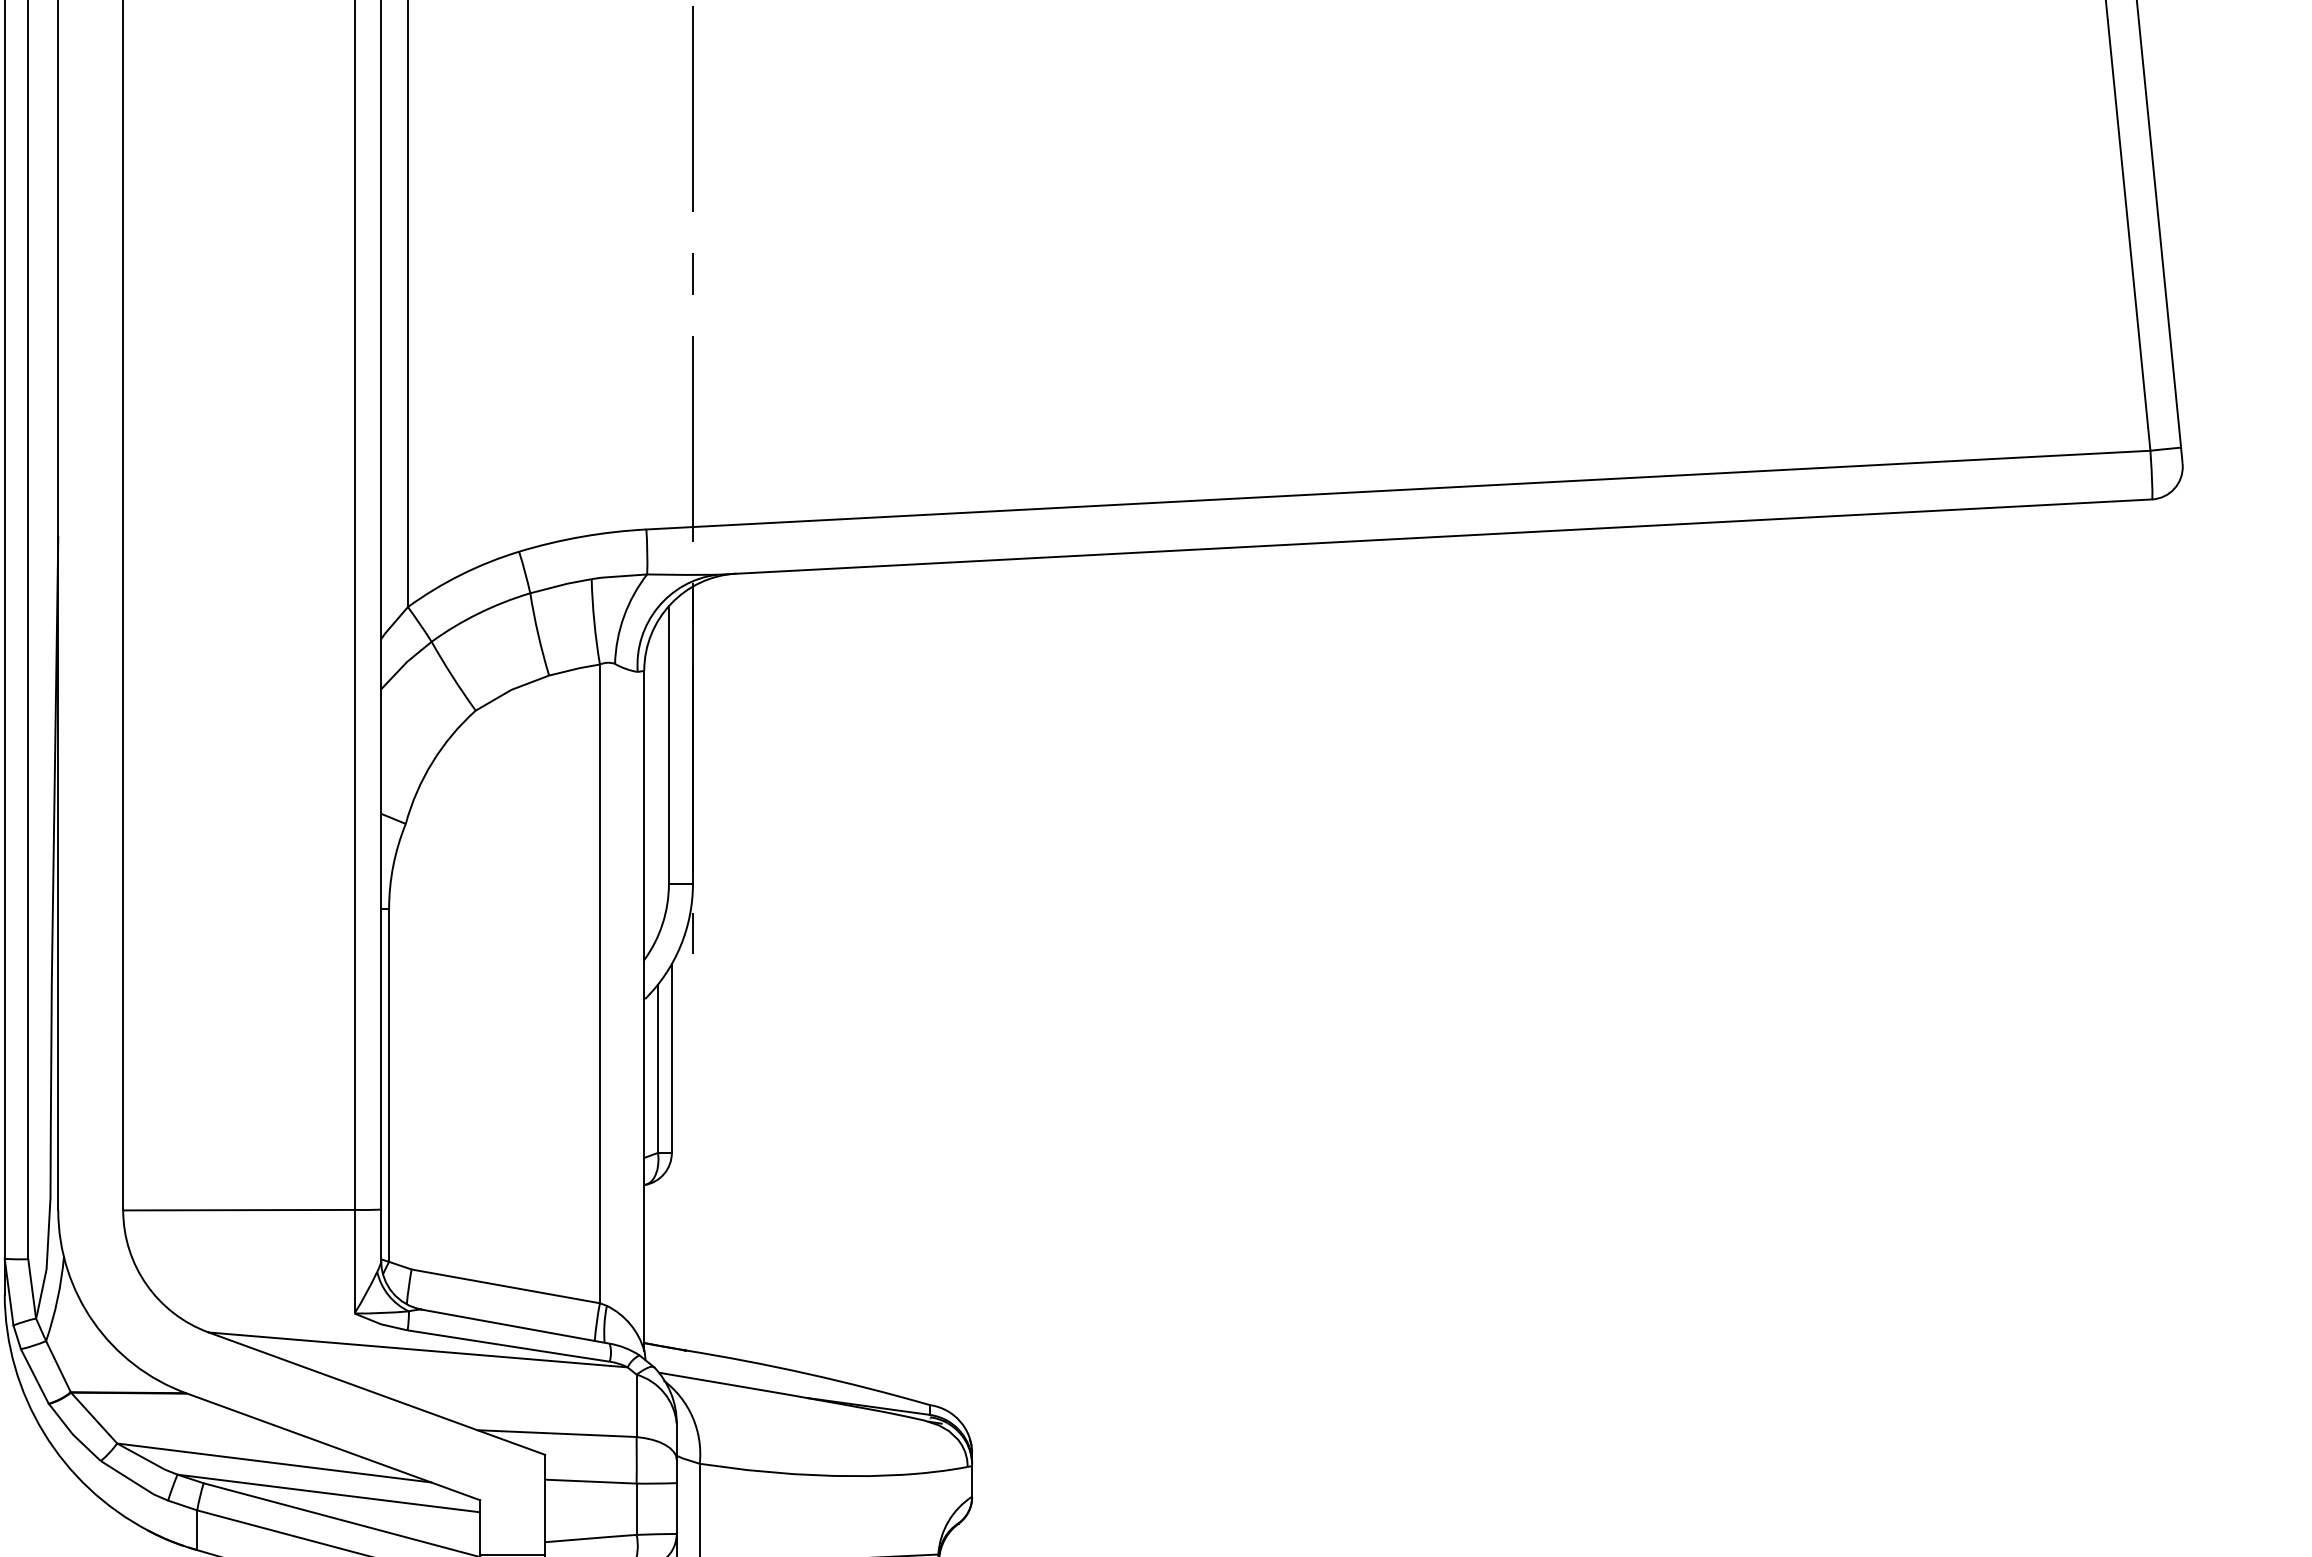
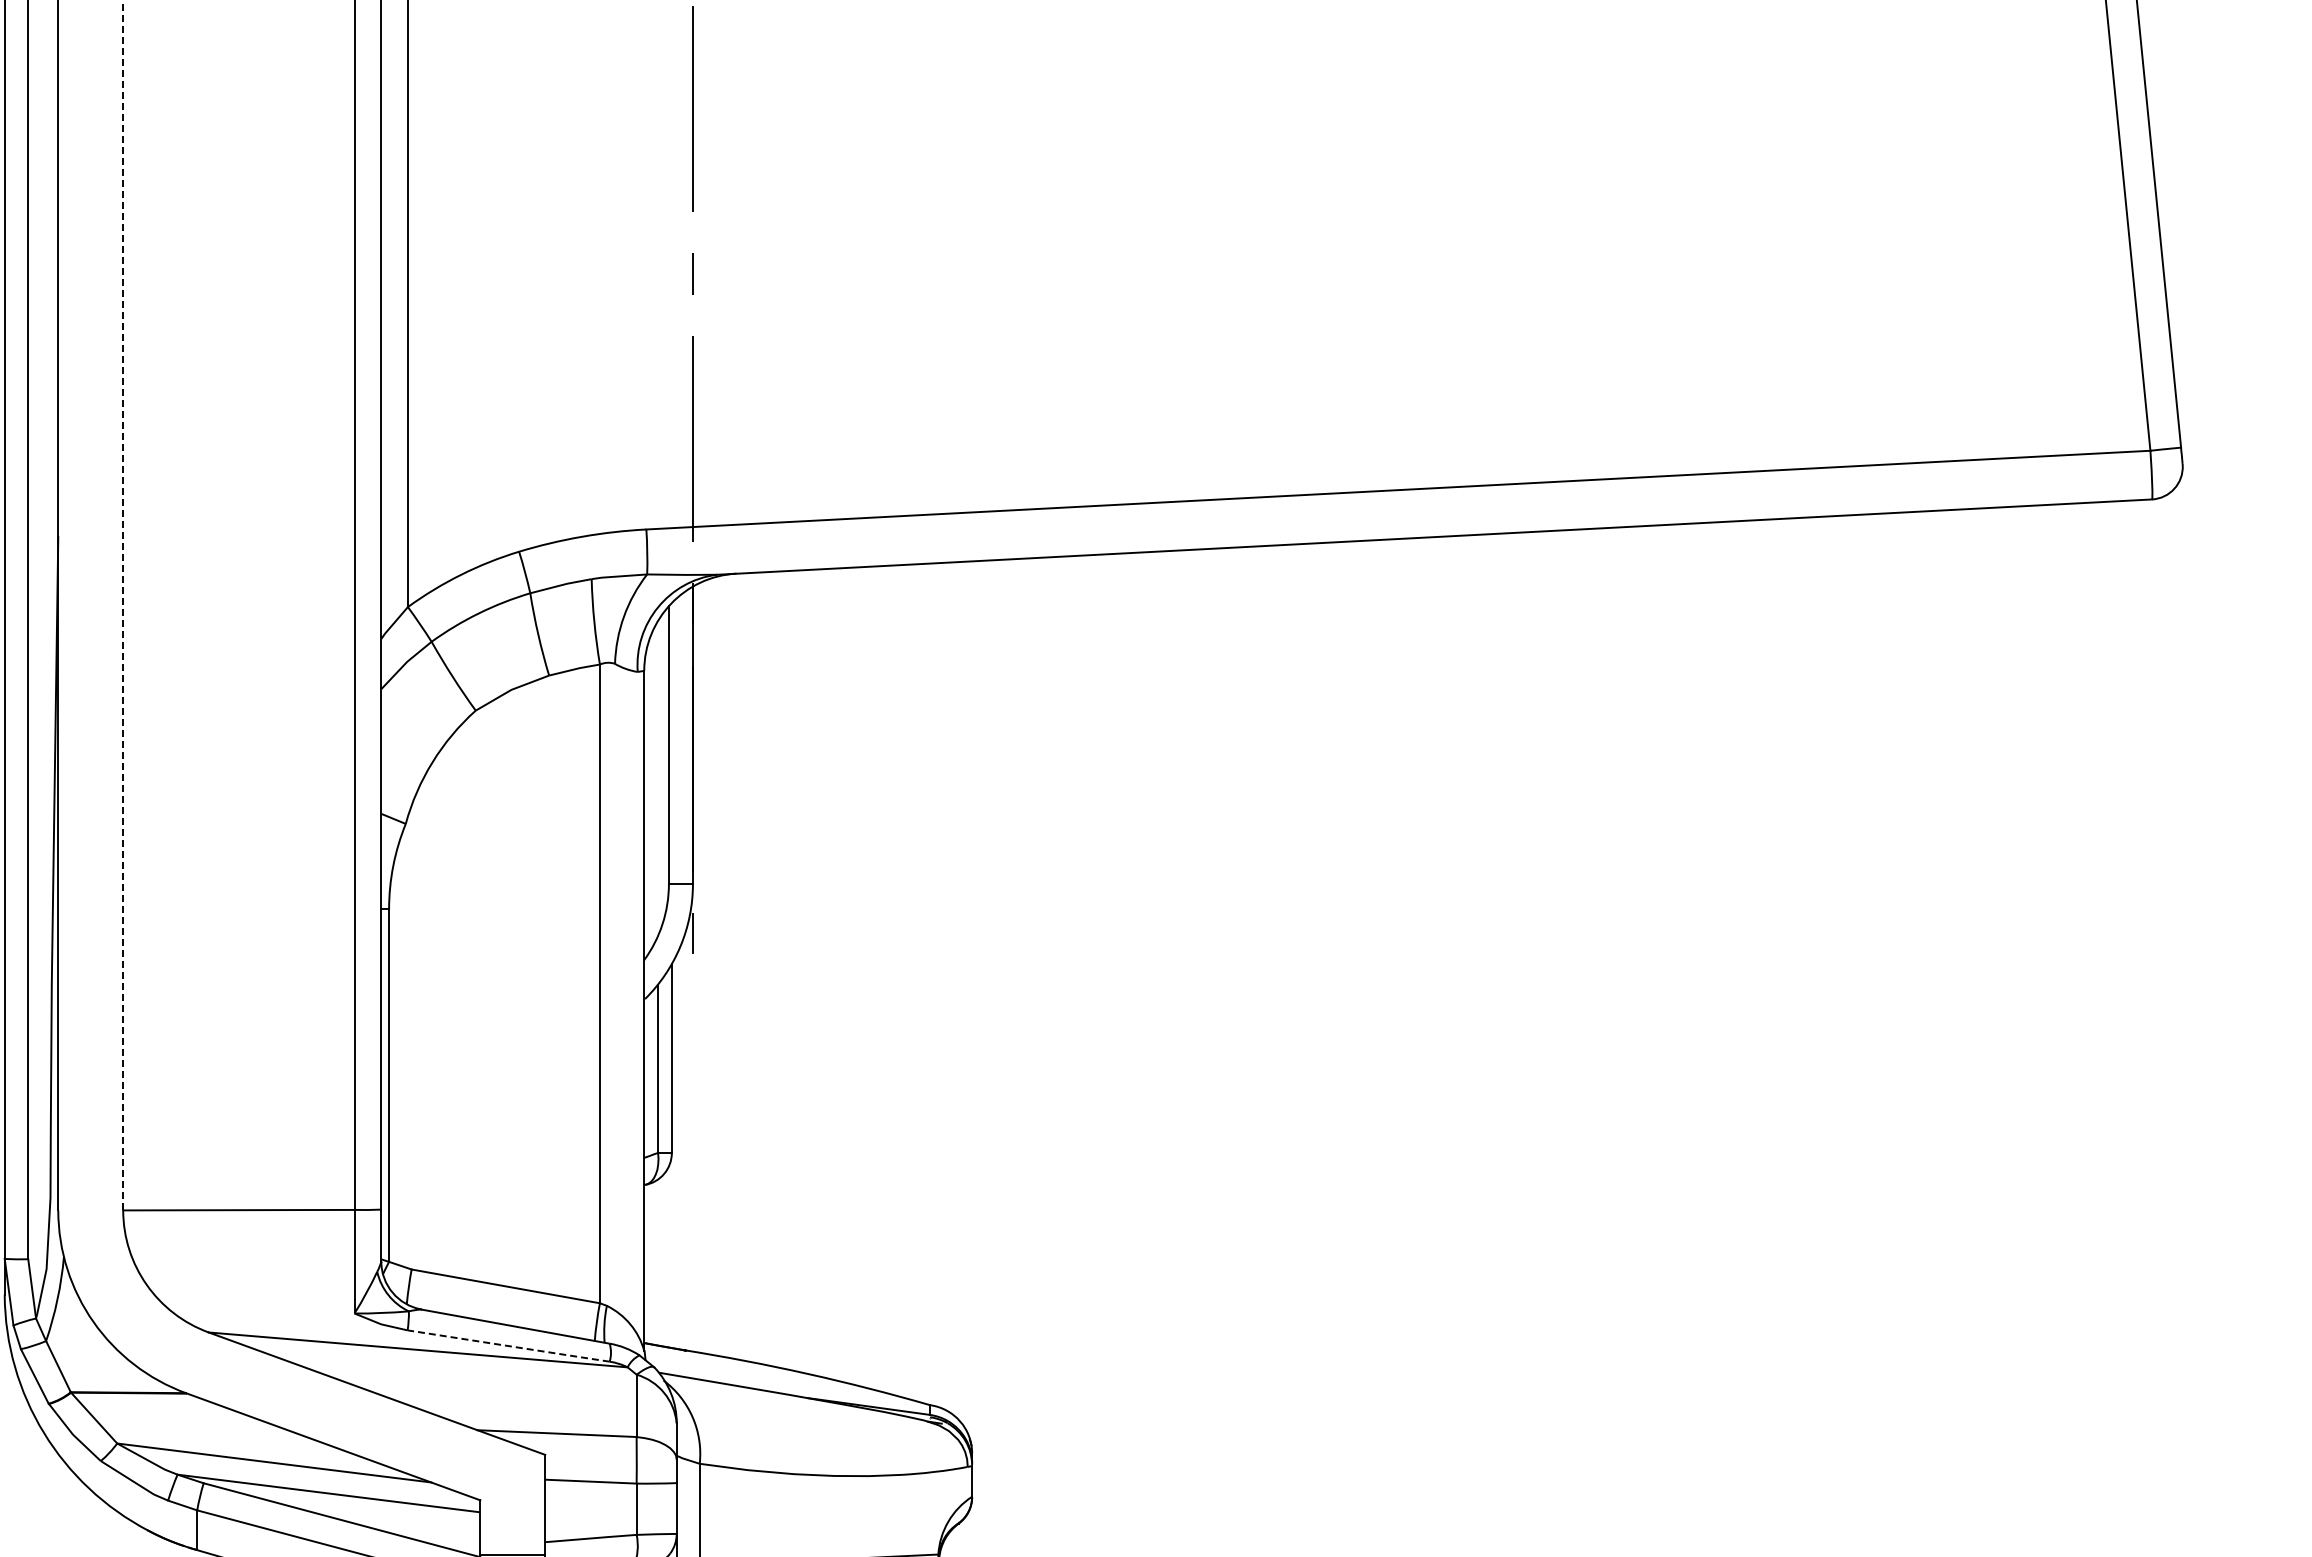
line at (123, 604): solid -> dashed
line at (509, 1346): solid -> dashed
